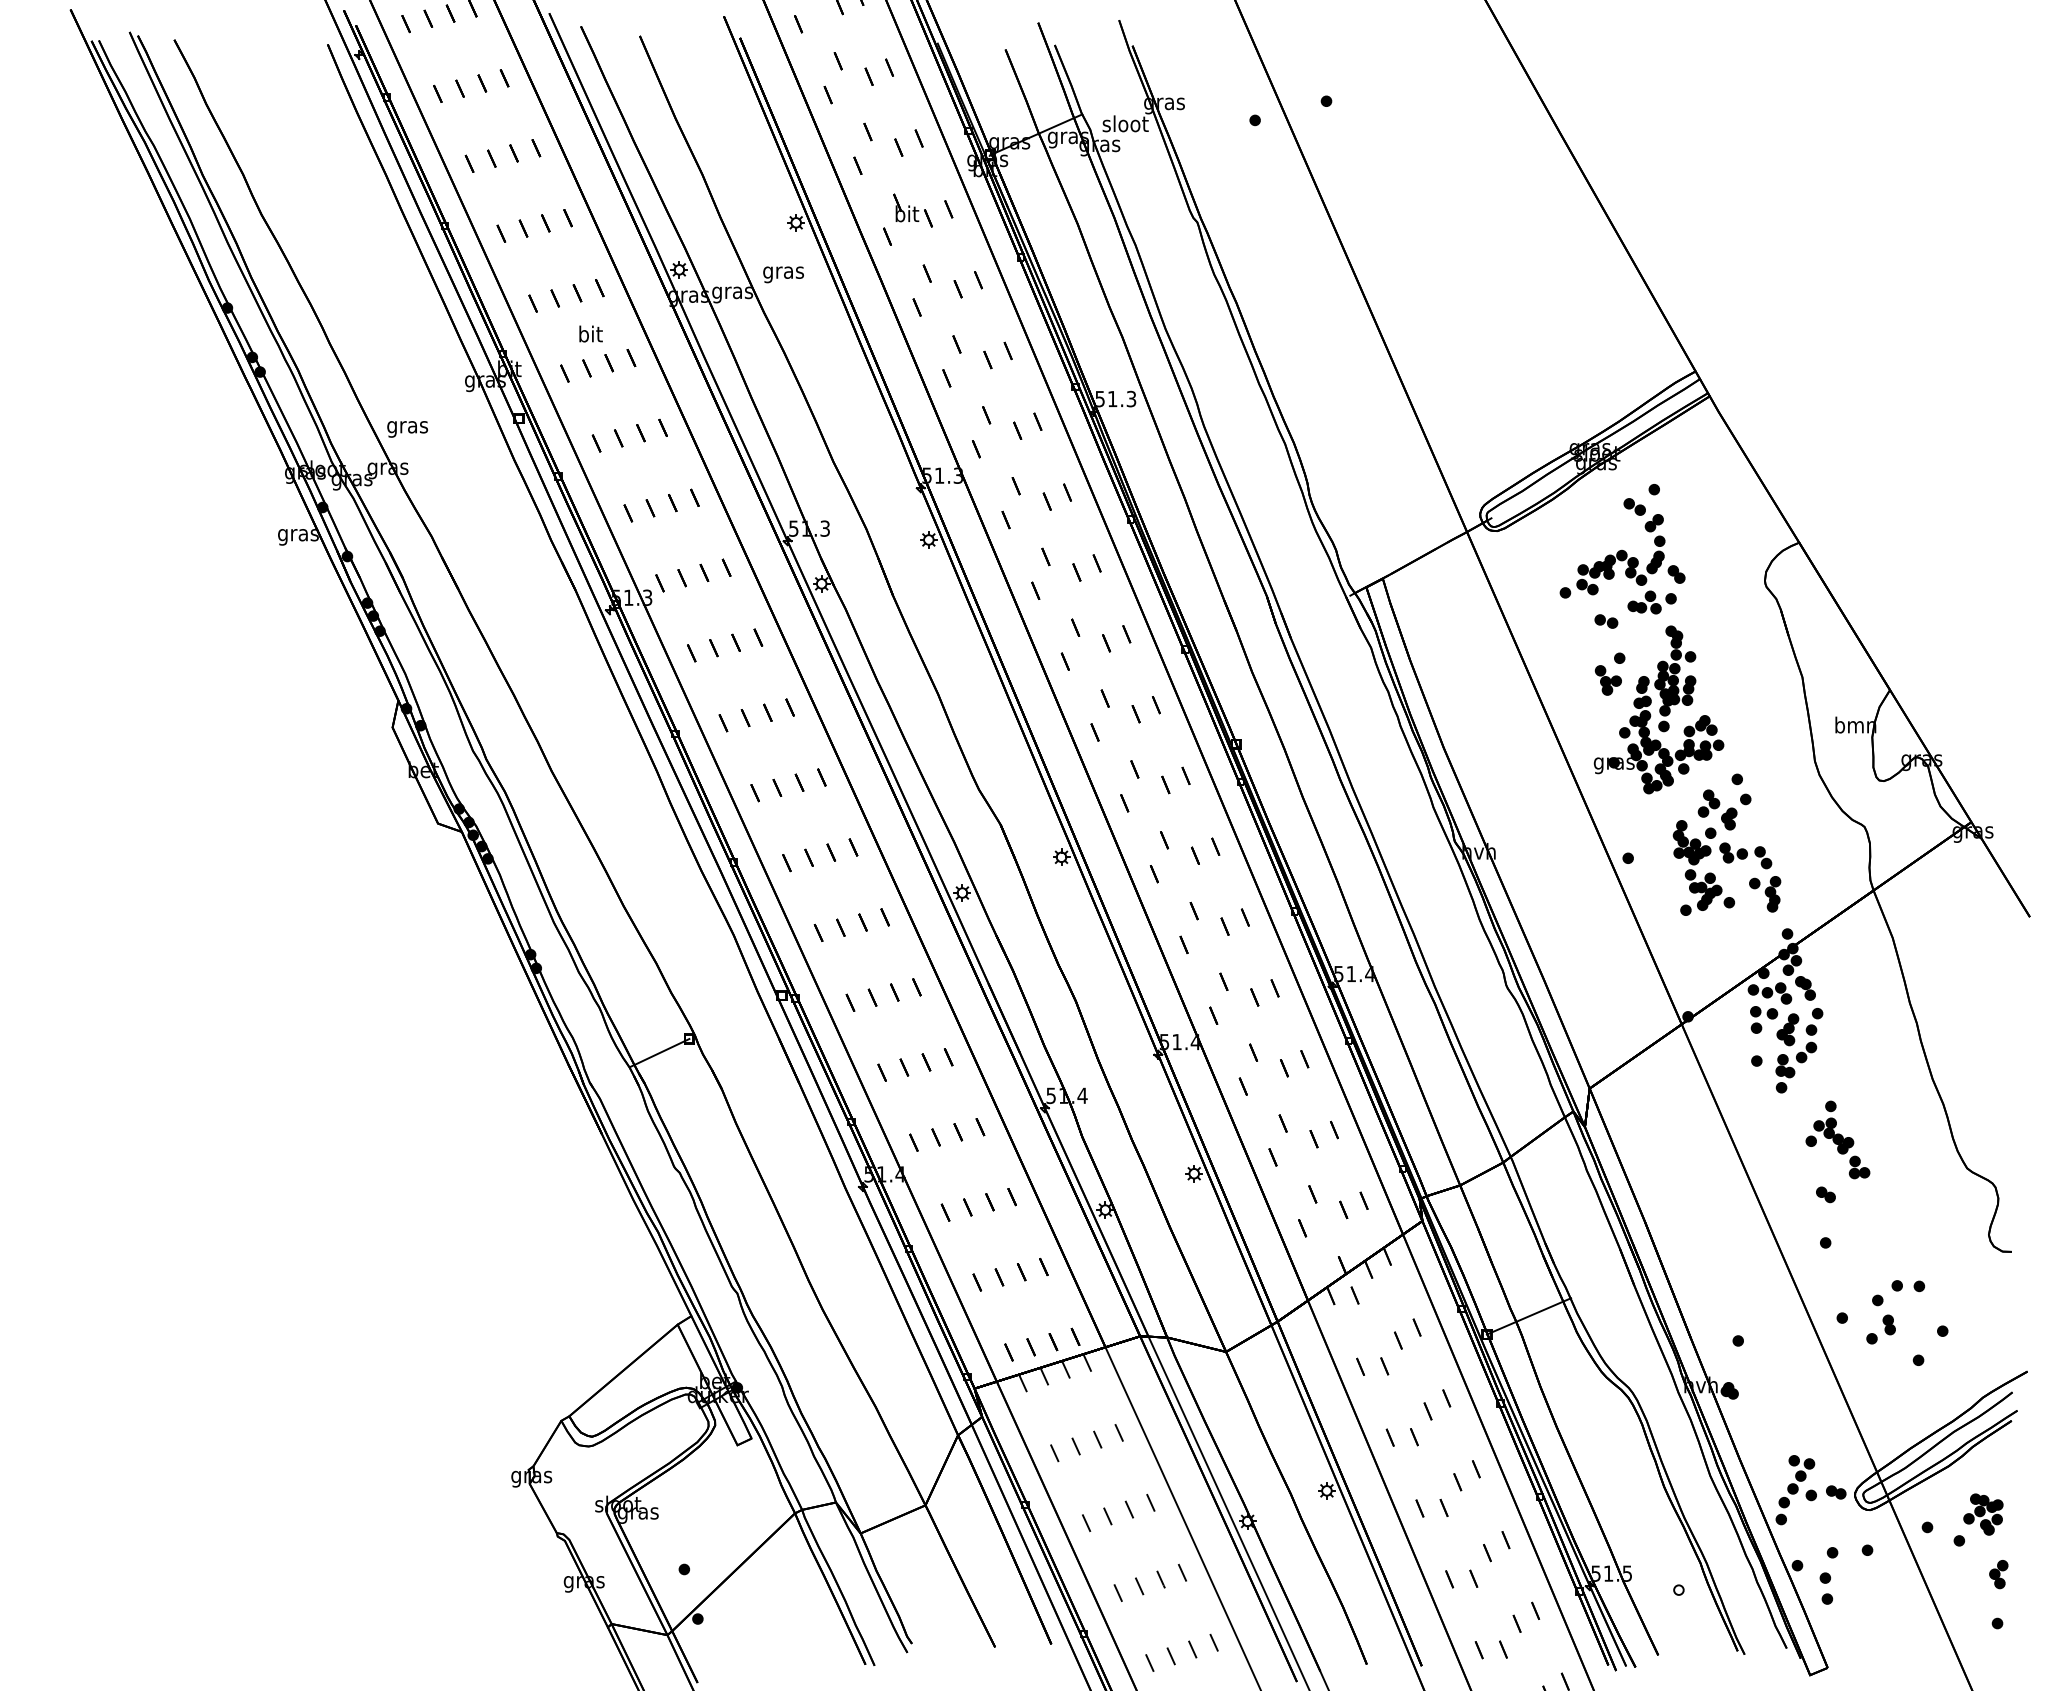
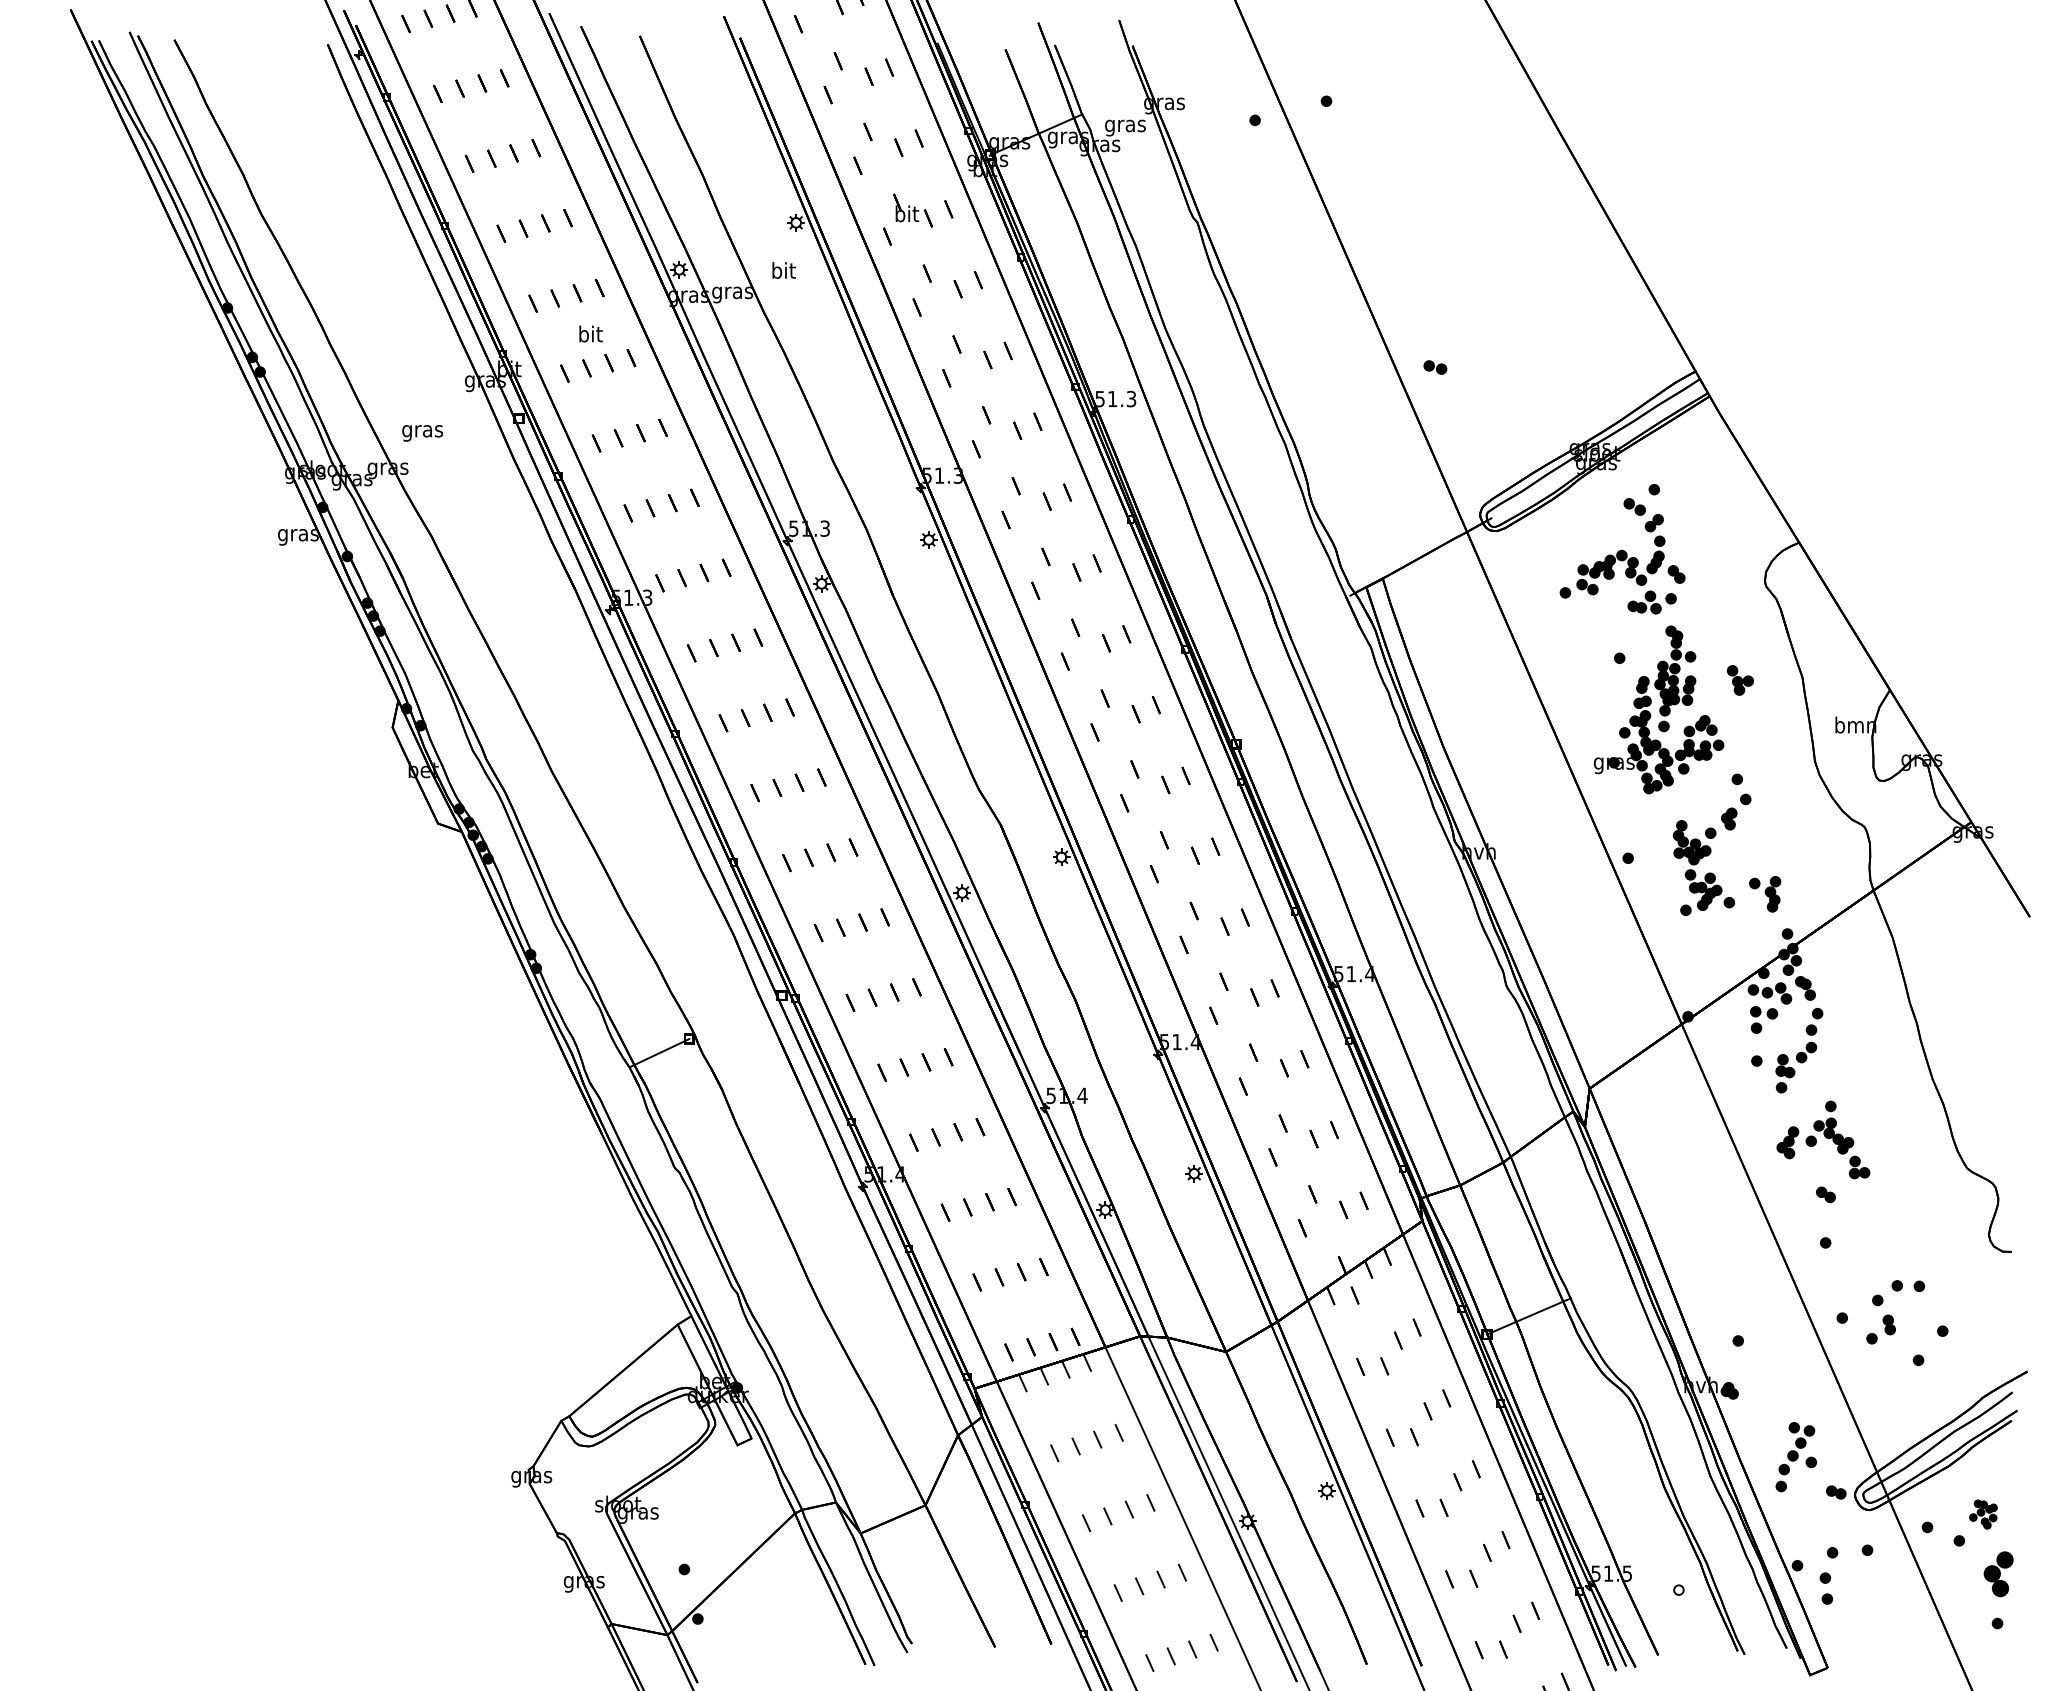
text at (1125, 125): sloot -> gras
text at (783, 272): gras -> bit
text at (407, 429) position: (407, 429) -> (422, 433)
part at (1606, 621) position: (1606, 621) -> (1435, 367)
part at (1607, 680) position: (1607, 680) -> (1739, 680)
part at (1708, 803): present -> none
part at (1745, 855): present -> none
part at (1787, 1029) position: (1787, 1029) -> (1787, 1142)
part at (1795, 1490) position: (1795, 1490) -> (1795, 1457)
part at (1983, 1514) size: 41x43 px -> 29x31 px
part at (1998, 1574) size: 20x30 px -> 31x47 px
